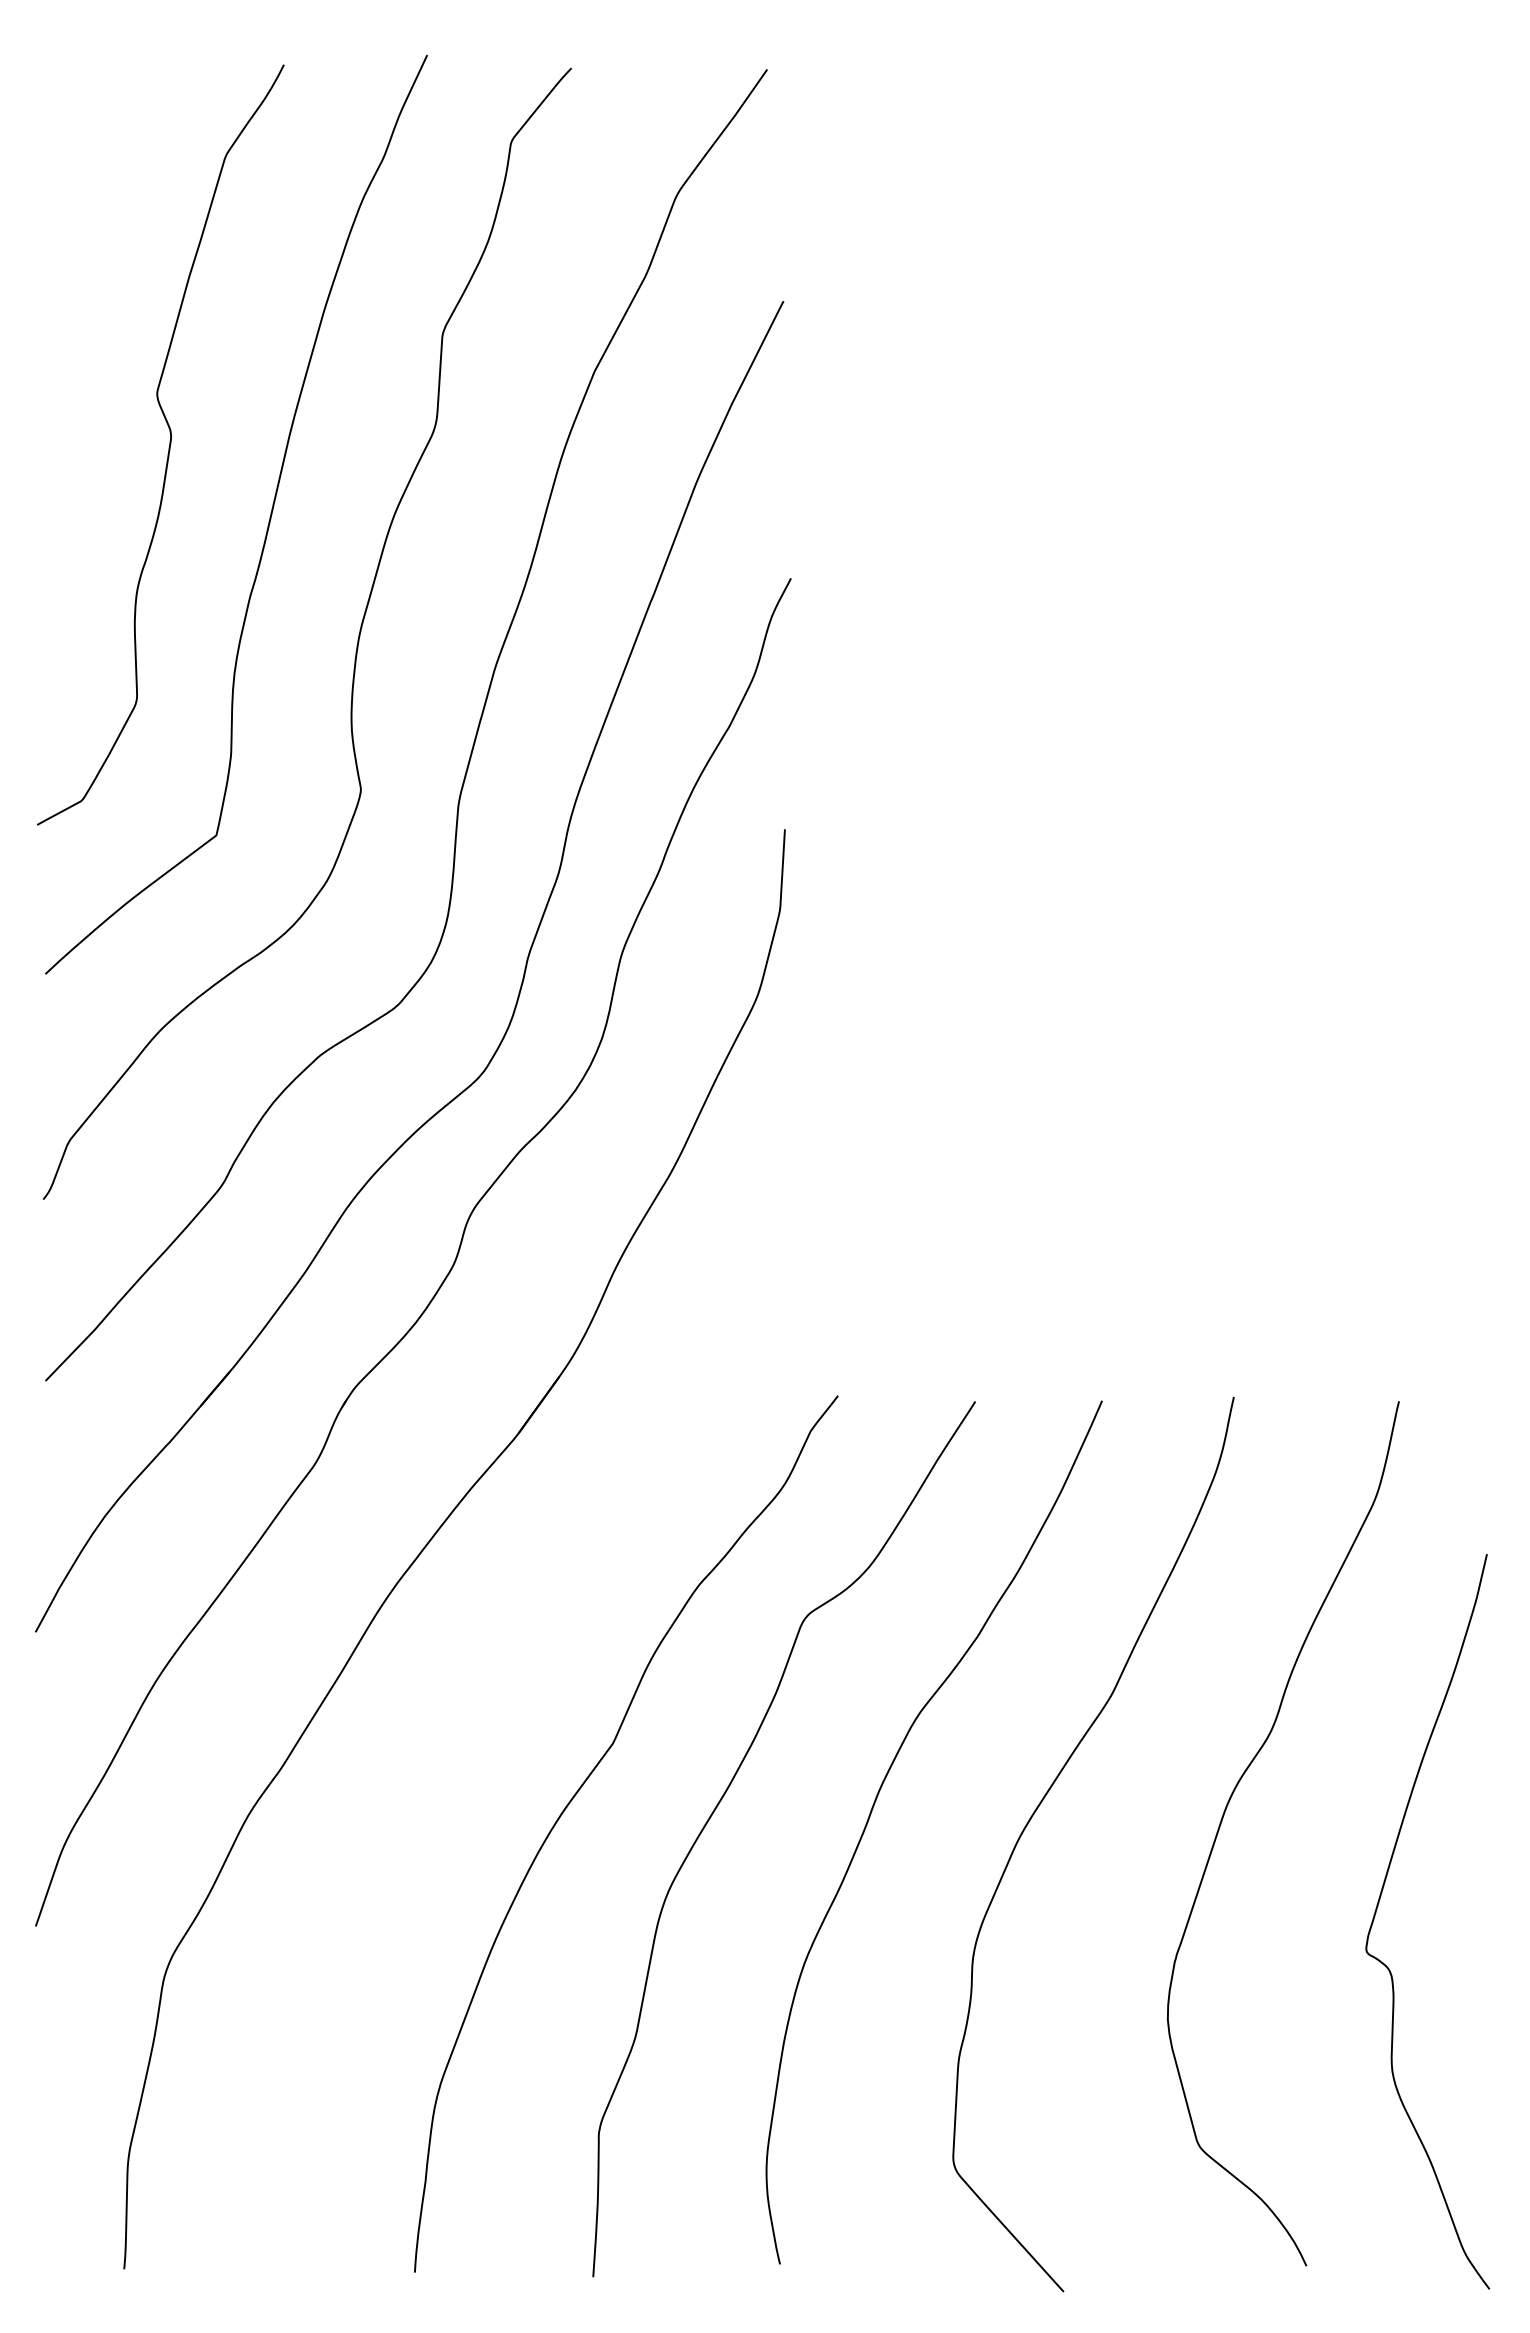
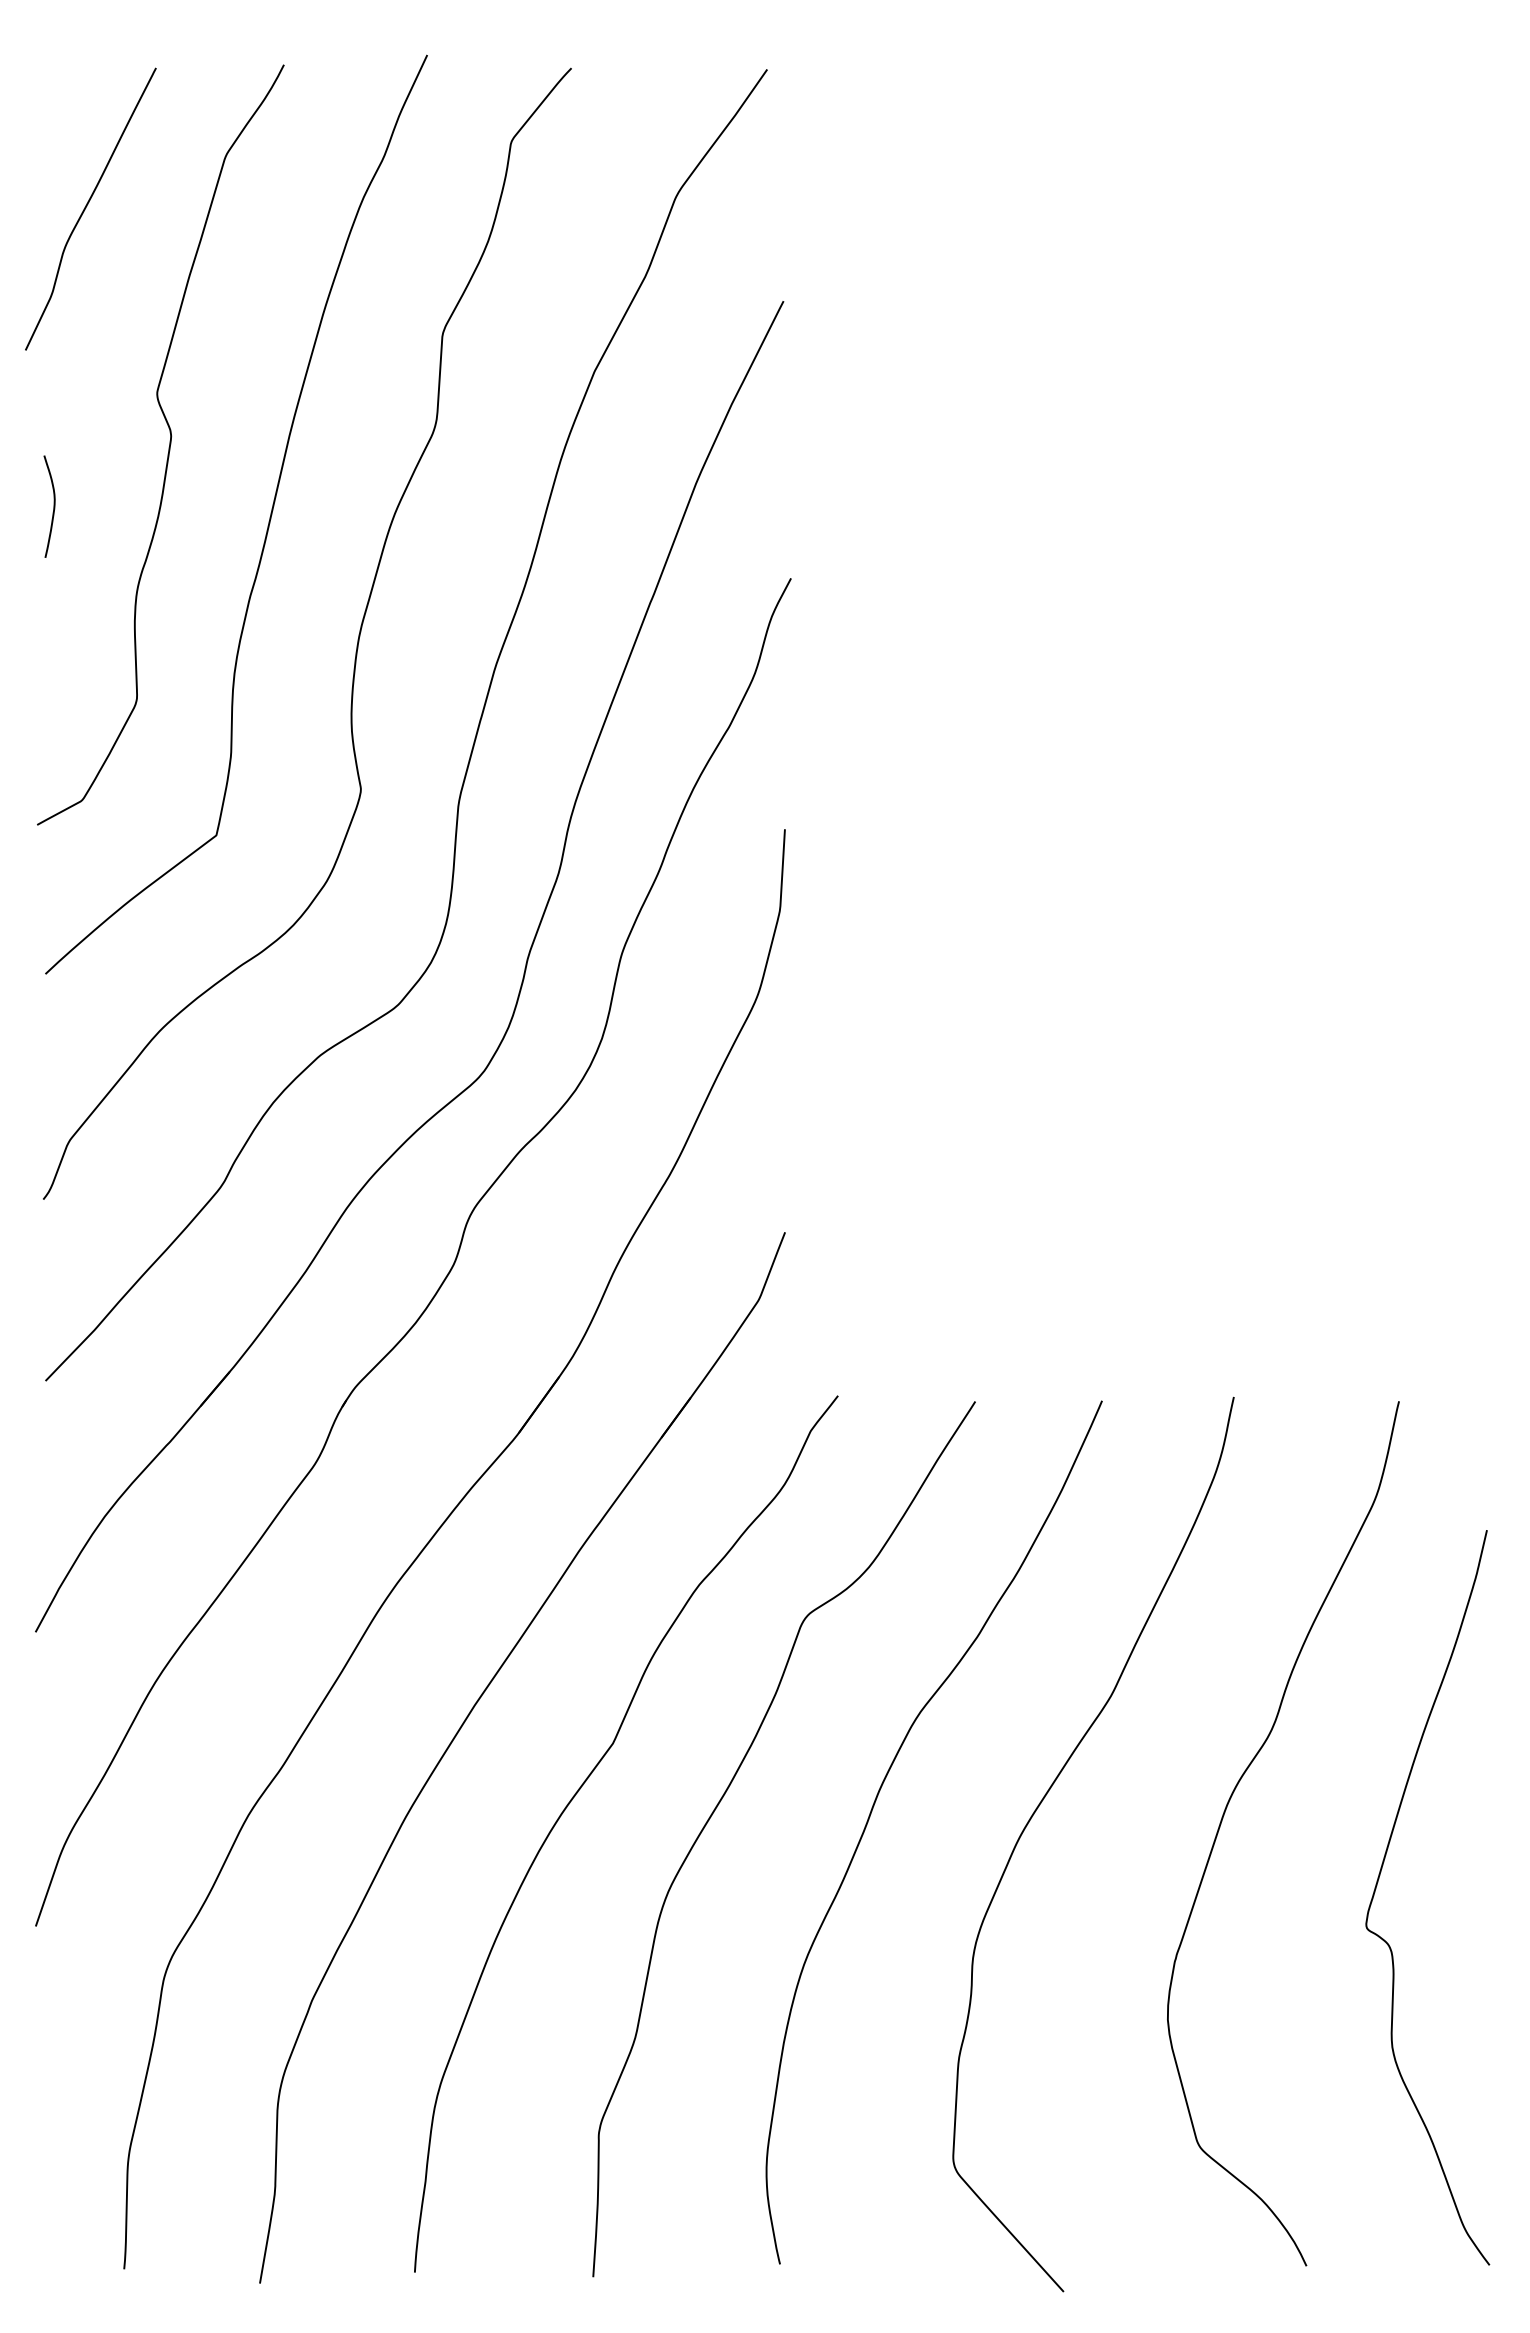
curve at (87, 206): none -> present
curve at (53, 506): none -> present
part at (465, 1722): none -> present
curve at (1378, 1906) position: (1378, 1906) -> (1378, 1882)
